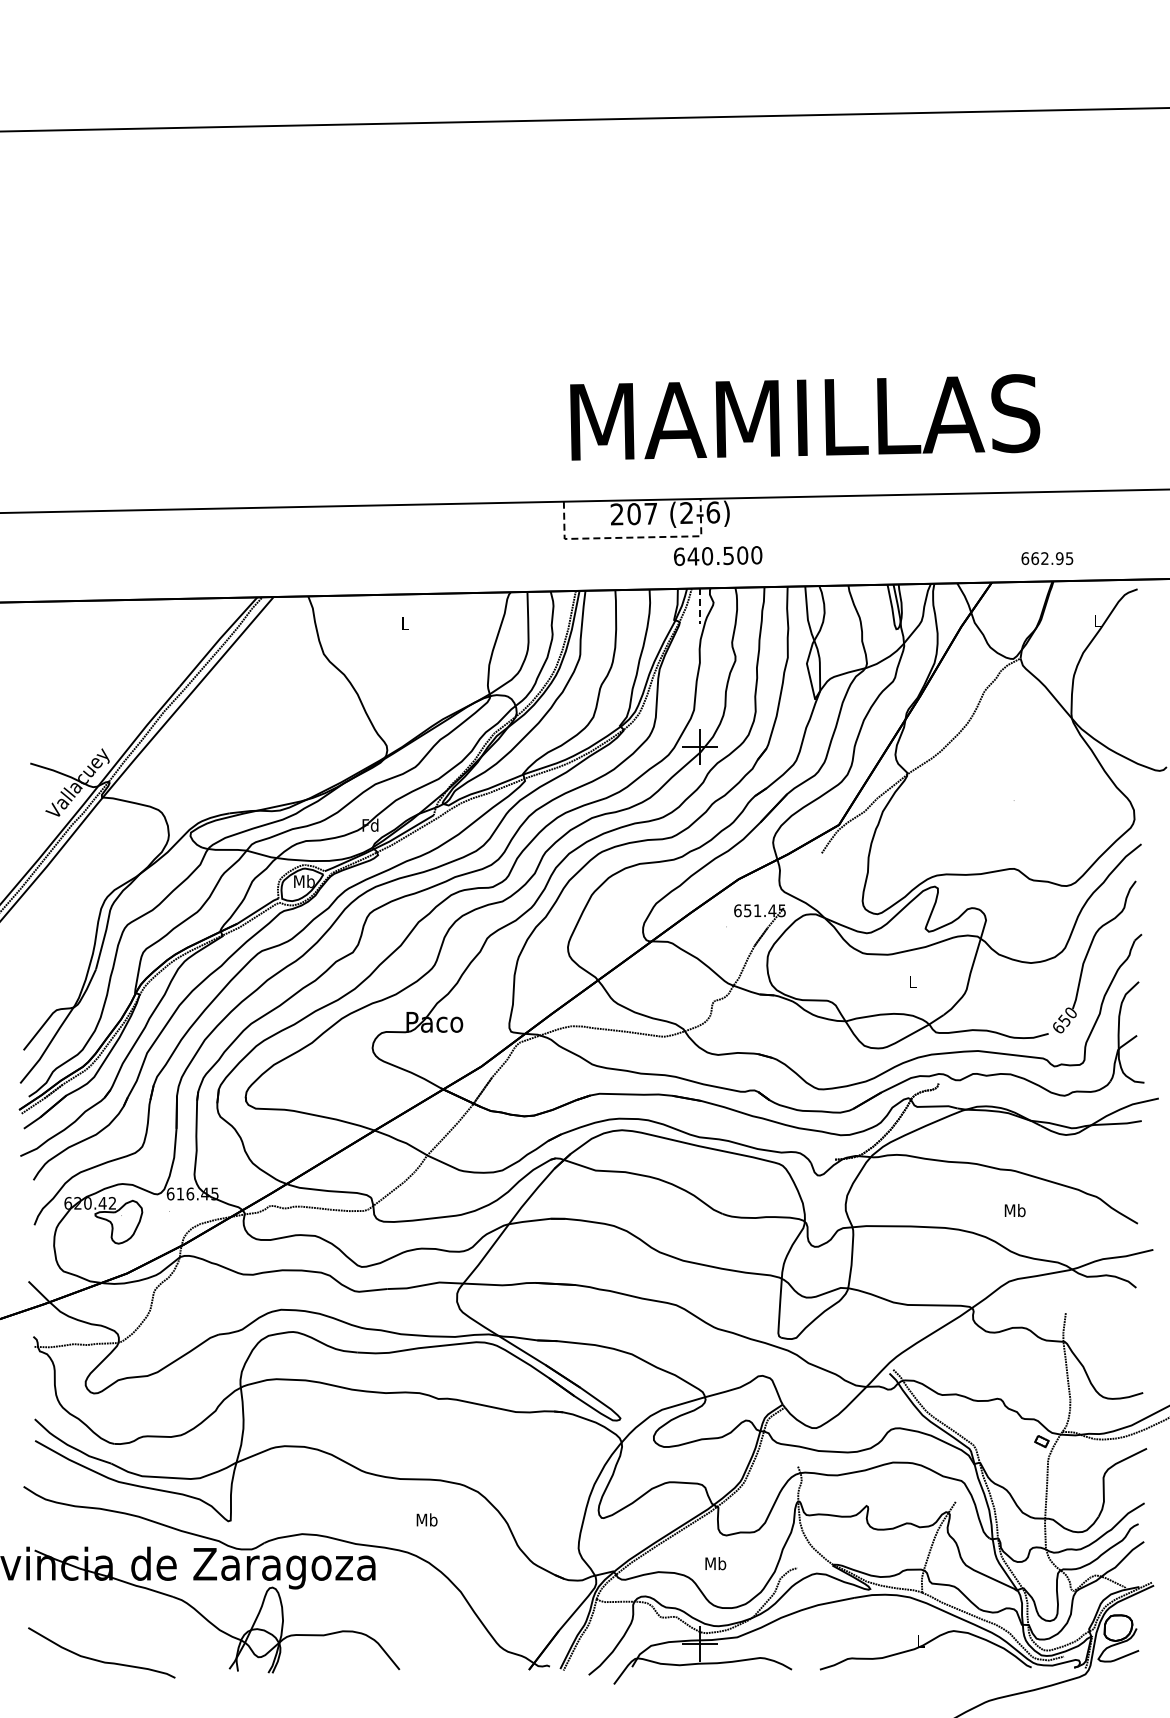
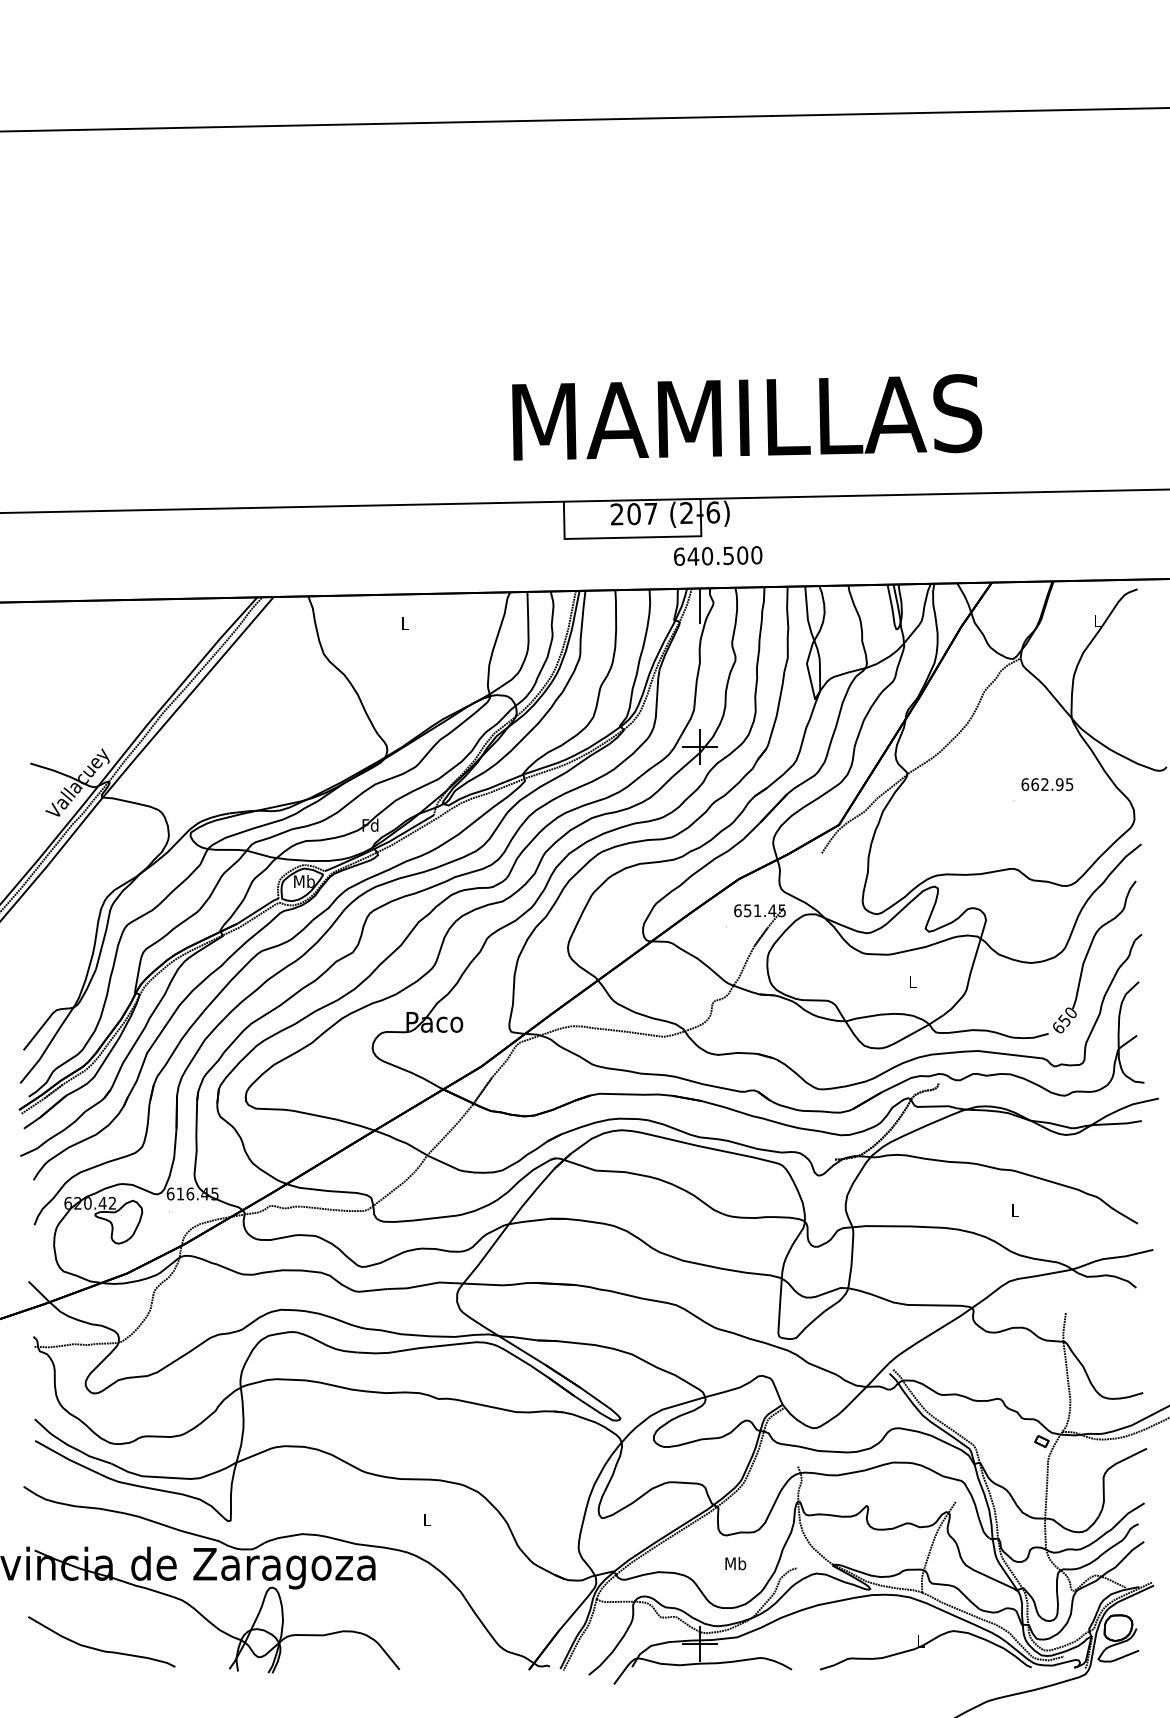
text at (805, 417) position: (805, 417) -> (747, 417)
line at (633, 537): dashed -> solid
text at (1047, 558) position: (1047, 558) -> (1047, 784)
line at (699, 606): dashed -> solid
text at (1014, 1210): Mb -> L
text at (426, 1519): Mb -> L
text at (715, 1563) position: (715, 1563) -> (735, 1563)
curve at (101, 1660) position: (101, 1660) -> (101, 1649)
